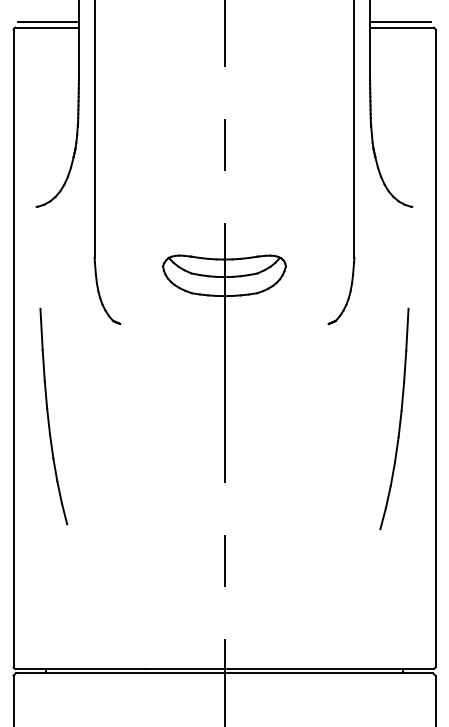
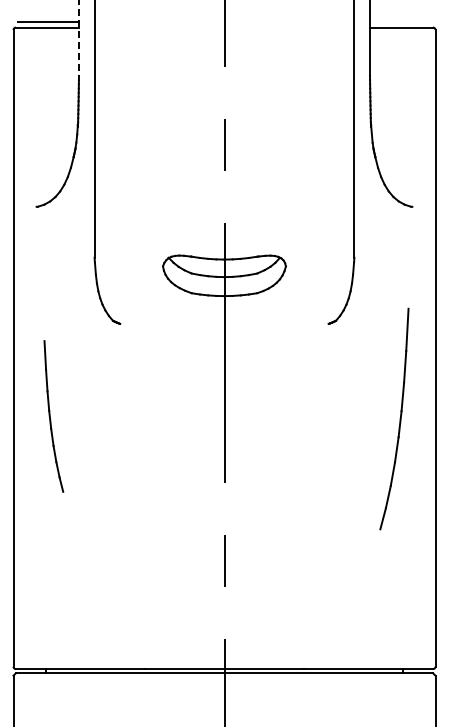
line at (400, 21): present -> none
line at (78, 38): solid -> dashed
part at (53, 416) size: 30x219 px -> 22x153 px
